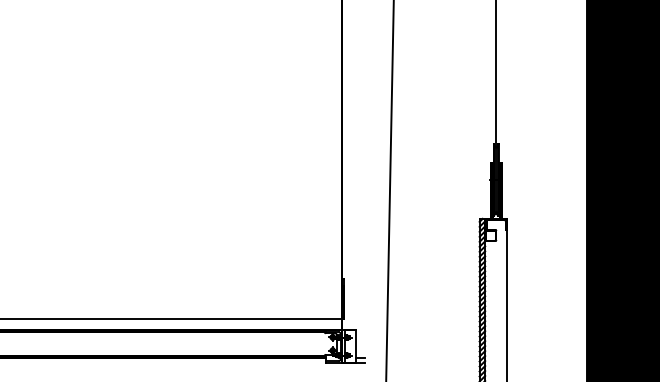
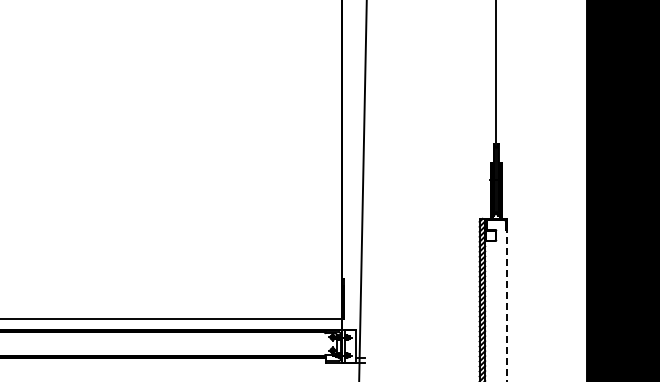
line at (389, 190) position: (389, 190) -> (362, 190)
line at (507, 299): solid -> dashed
